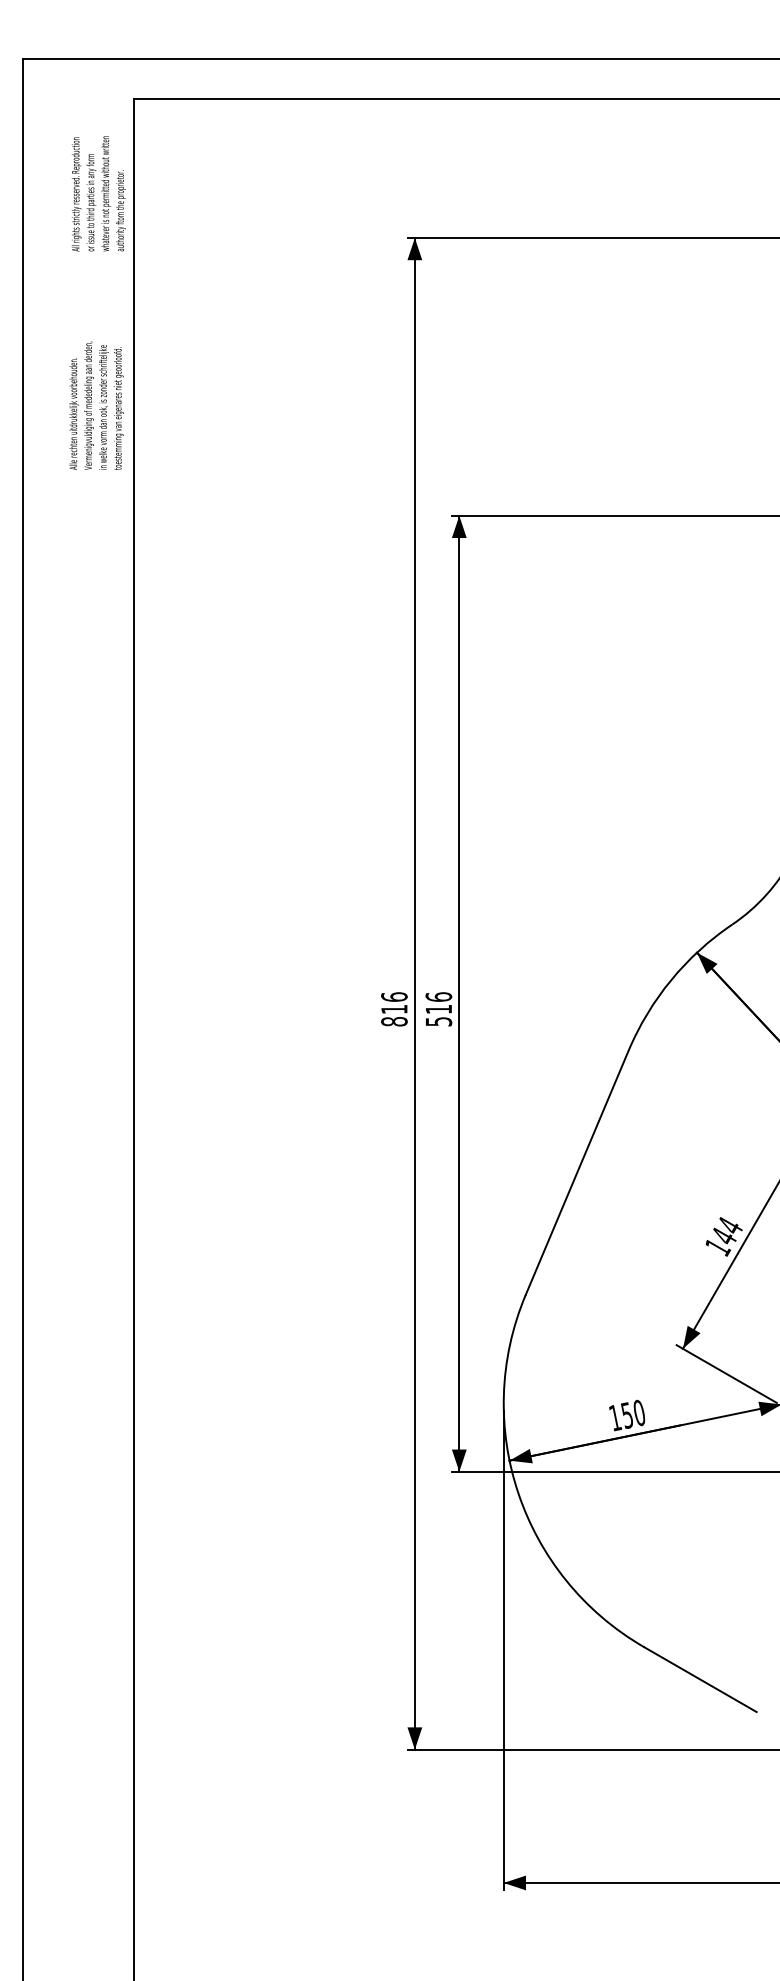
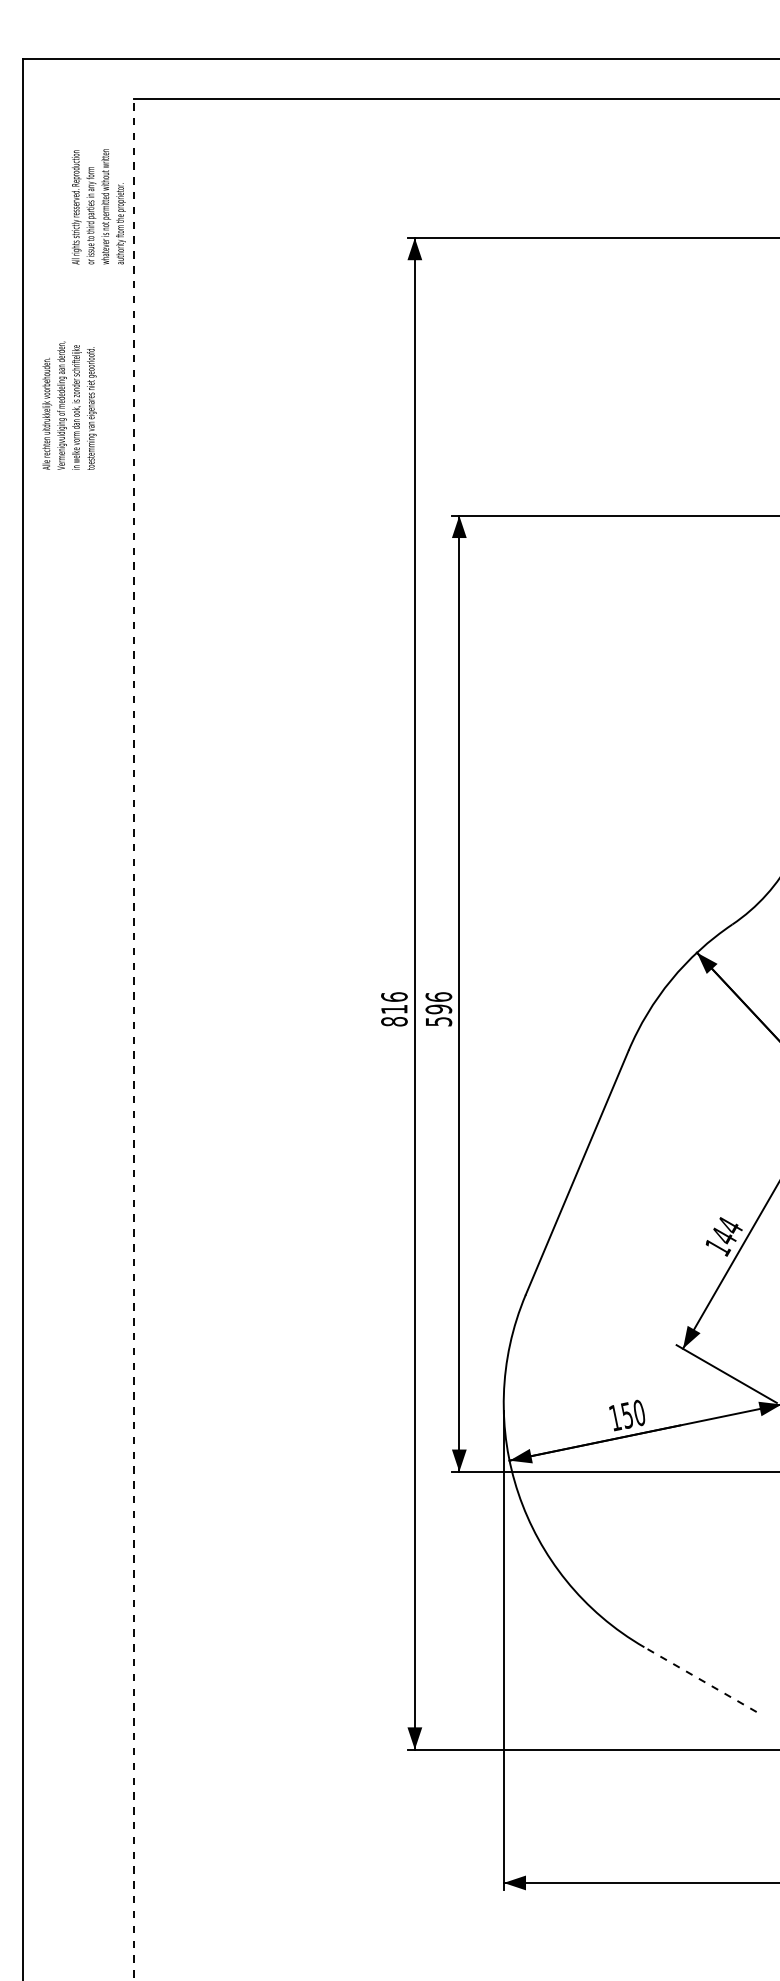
text at (98, 193) position: (98, 193) -> (98, 206)
text at (96, 405) position: (96, 405) -> (69, 405)
text at (438, 1009): 516 -> 596
line at (134, 1039): solid -> dashed
line at (700, 1679): solid -> dashed
